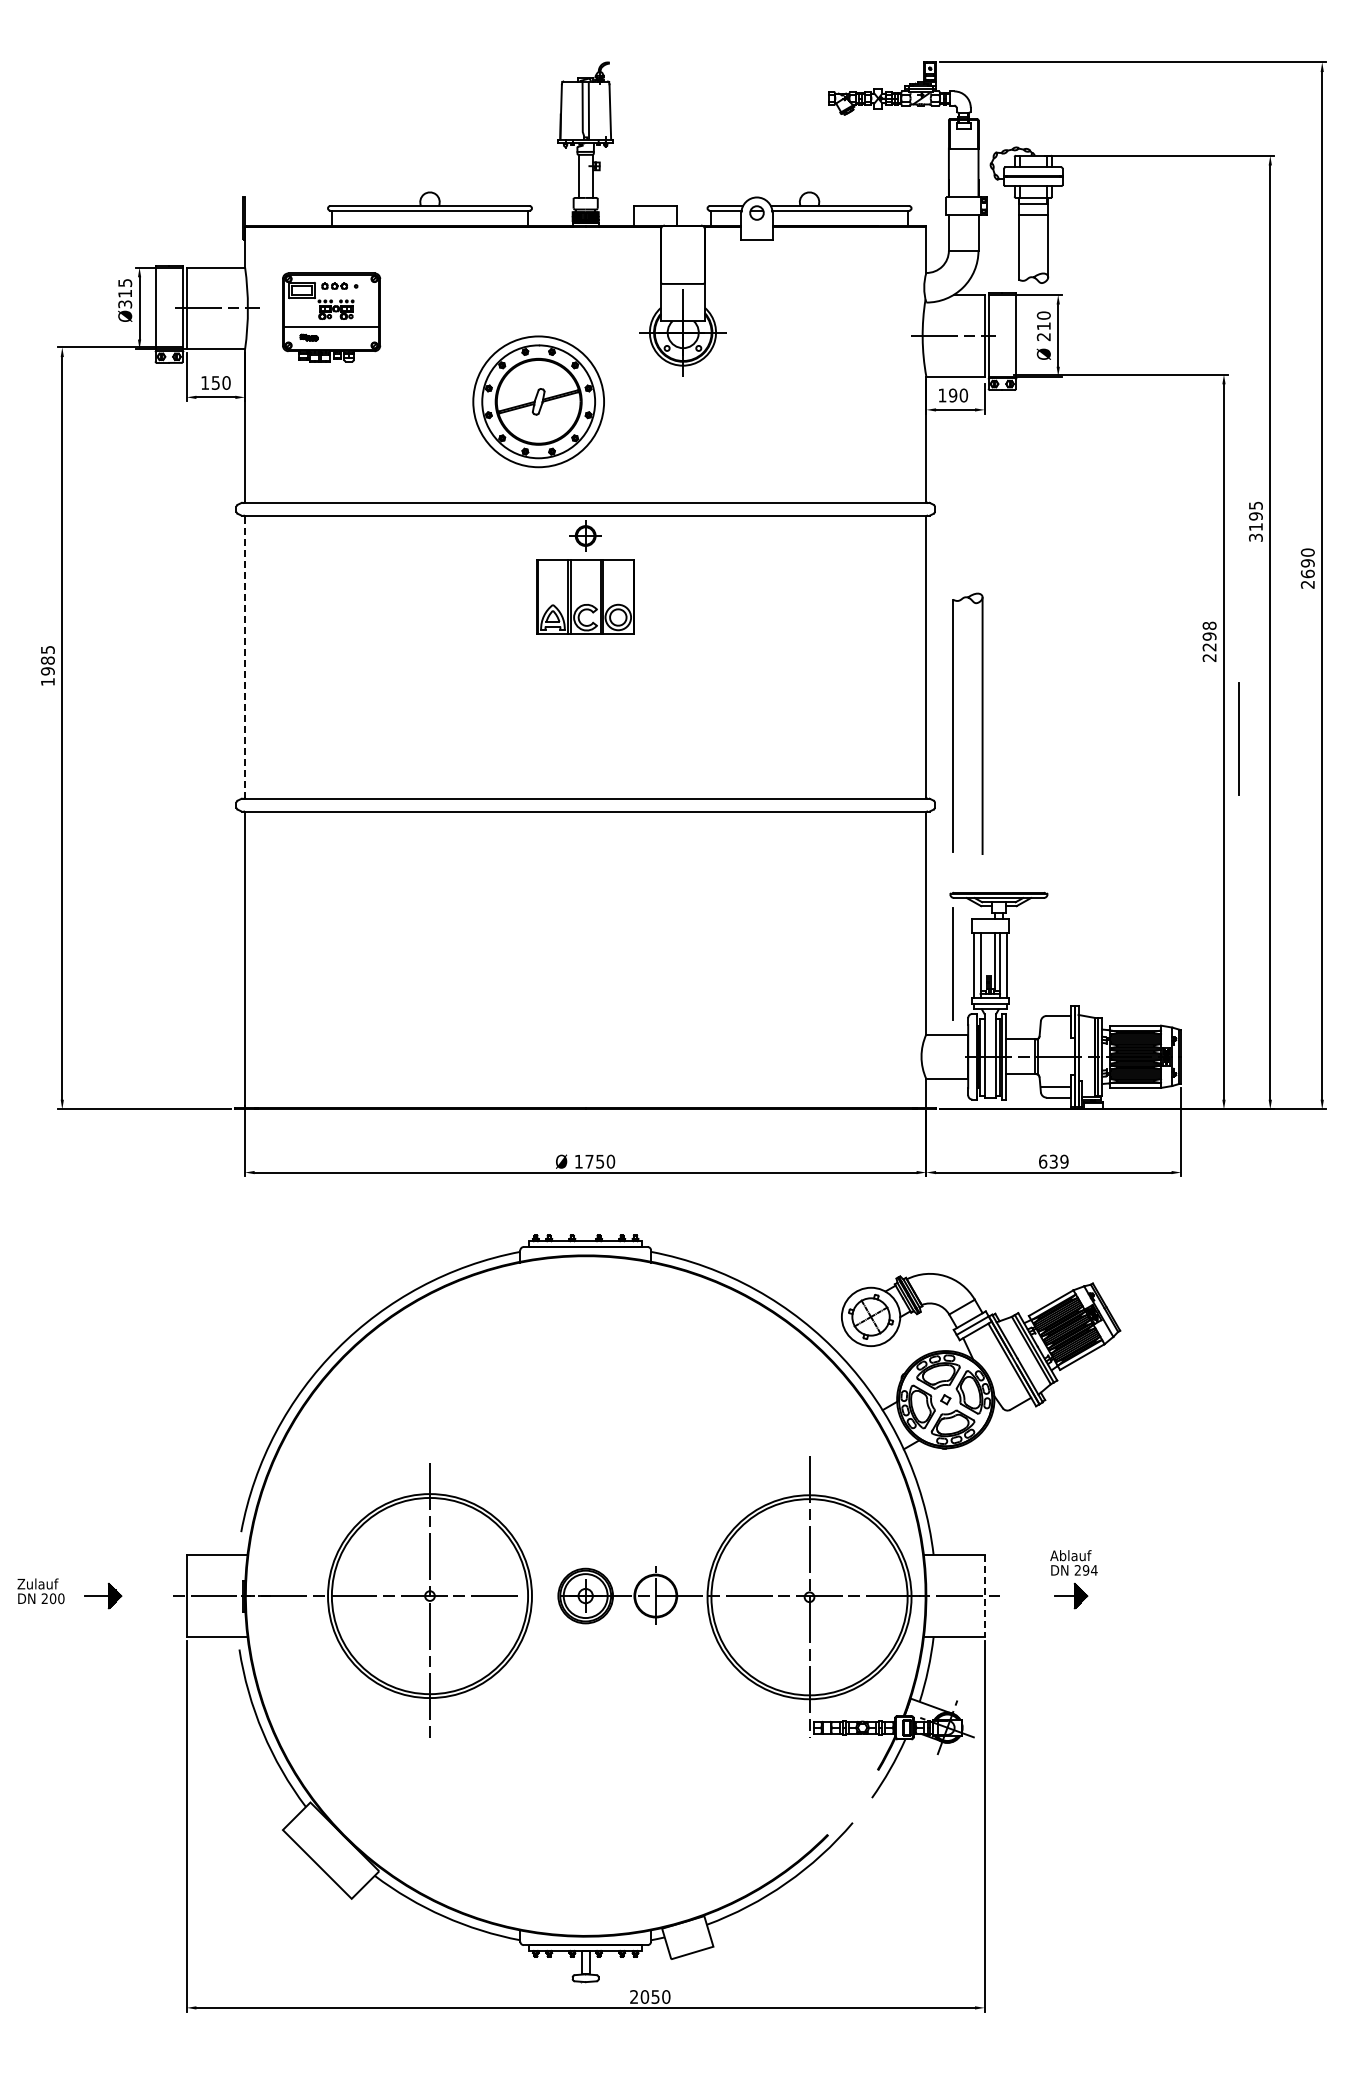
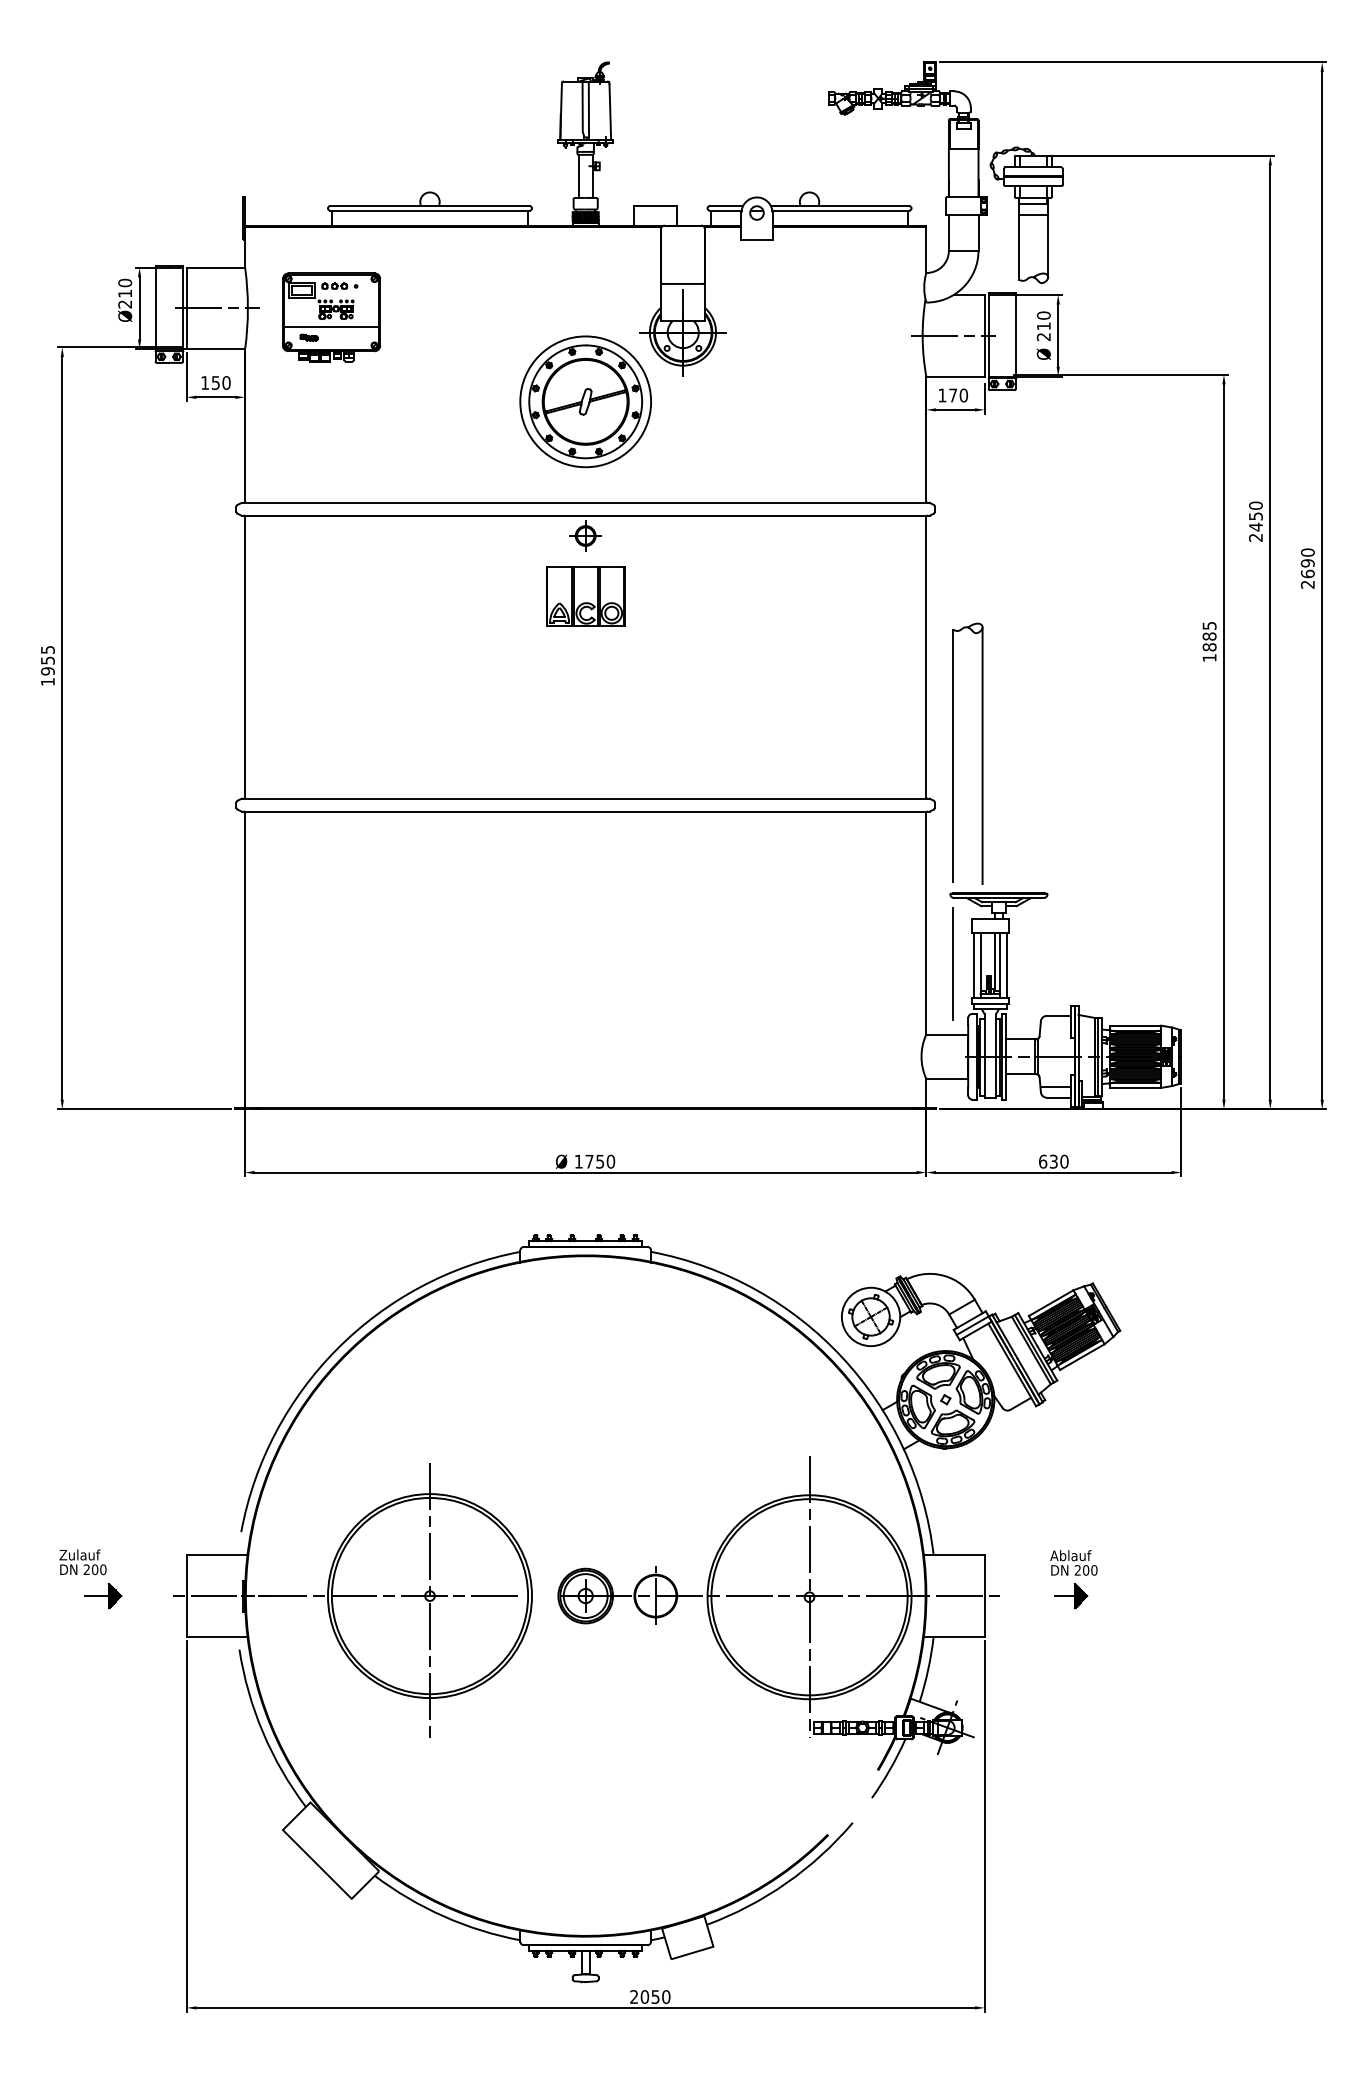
text at (125, 293): Ø315 -> Ø210
text at (953, 395): 190 -> 170
part at (538, 401) position: (538, 401) -> (585, 401)
text at (1255, 521): 3195 -> 2450
part at (585, 596) size: 99x76 px -> 80x61 px
text at (1209, 641): 2298 -> 1885
line at (245, 657): dashed -> solid
text at (47, 660): 1985 -> 1955
part at (953, 723) position: (953, 723) -> (953, 753)
line at (1238, 738): present -> none
text at (1064, 1161): 639 -> 630
text at (1089, 1570): 294 -> 200
text at (40, 1591) position: (40, 1591) -> (82, 1562)
line at (984, 1596): dashed -> solid
